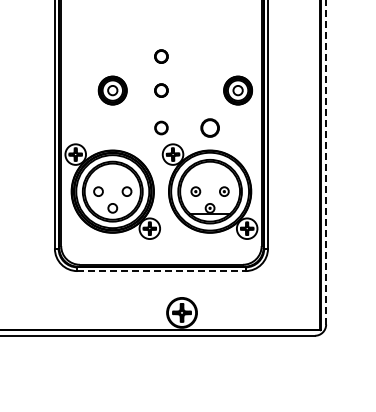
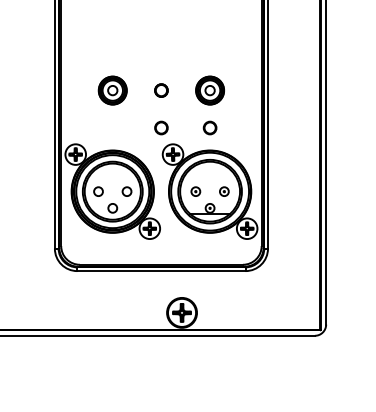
circle at (161, 56): present -> none
part at (237, 90) position: (237, 90) -> (209, 90)
part at (209, 127) size: 20x20 px -> 16x16 px
line at (326, 162): dashed -> solid
line at (161, 271): dashed -> solid
